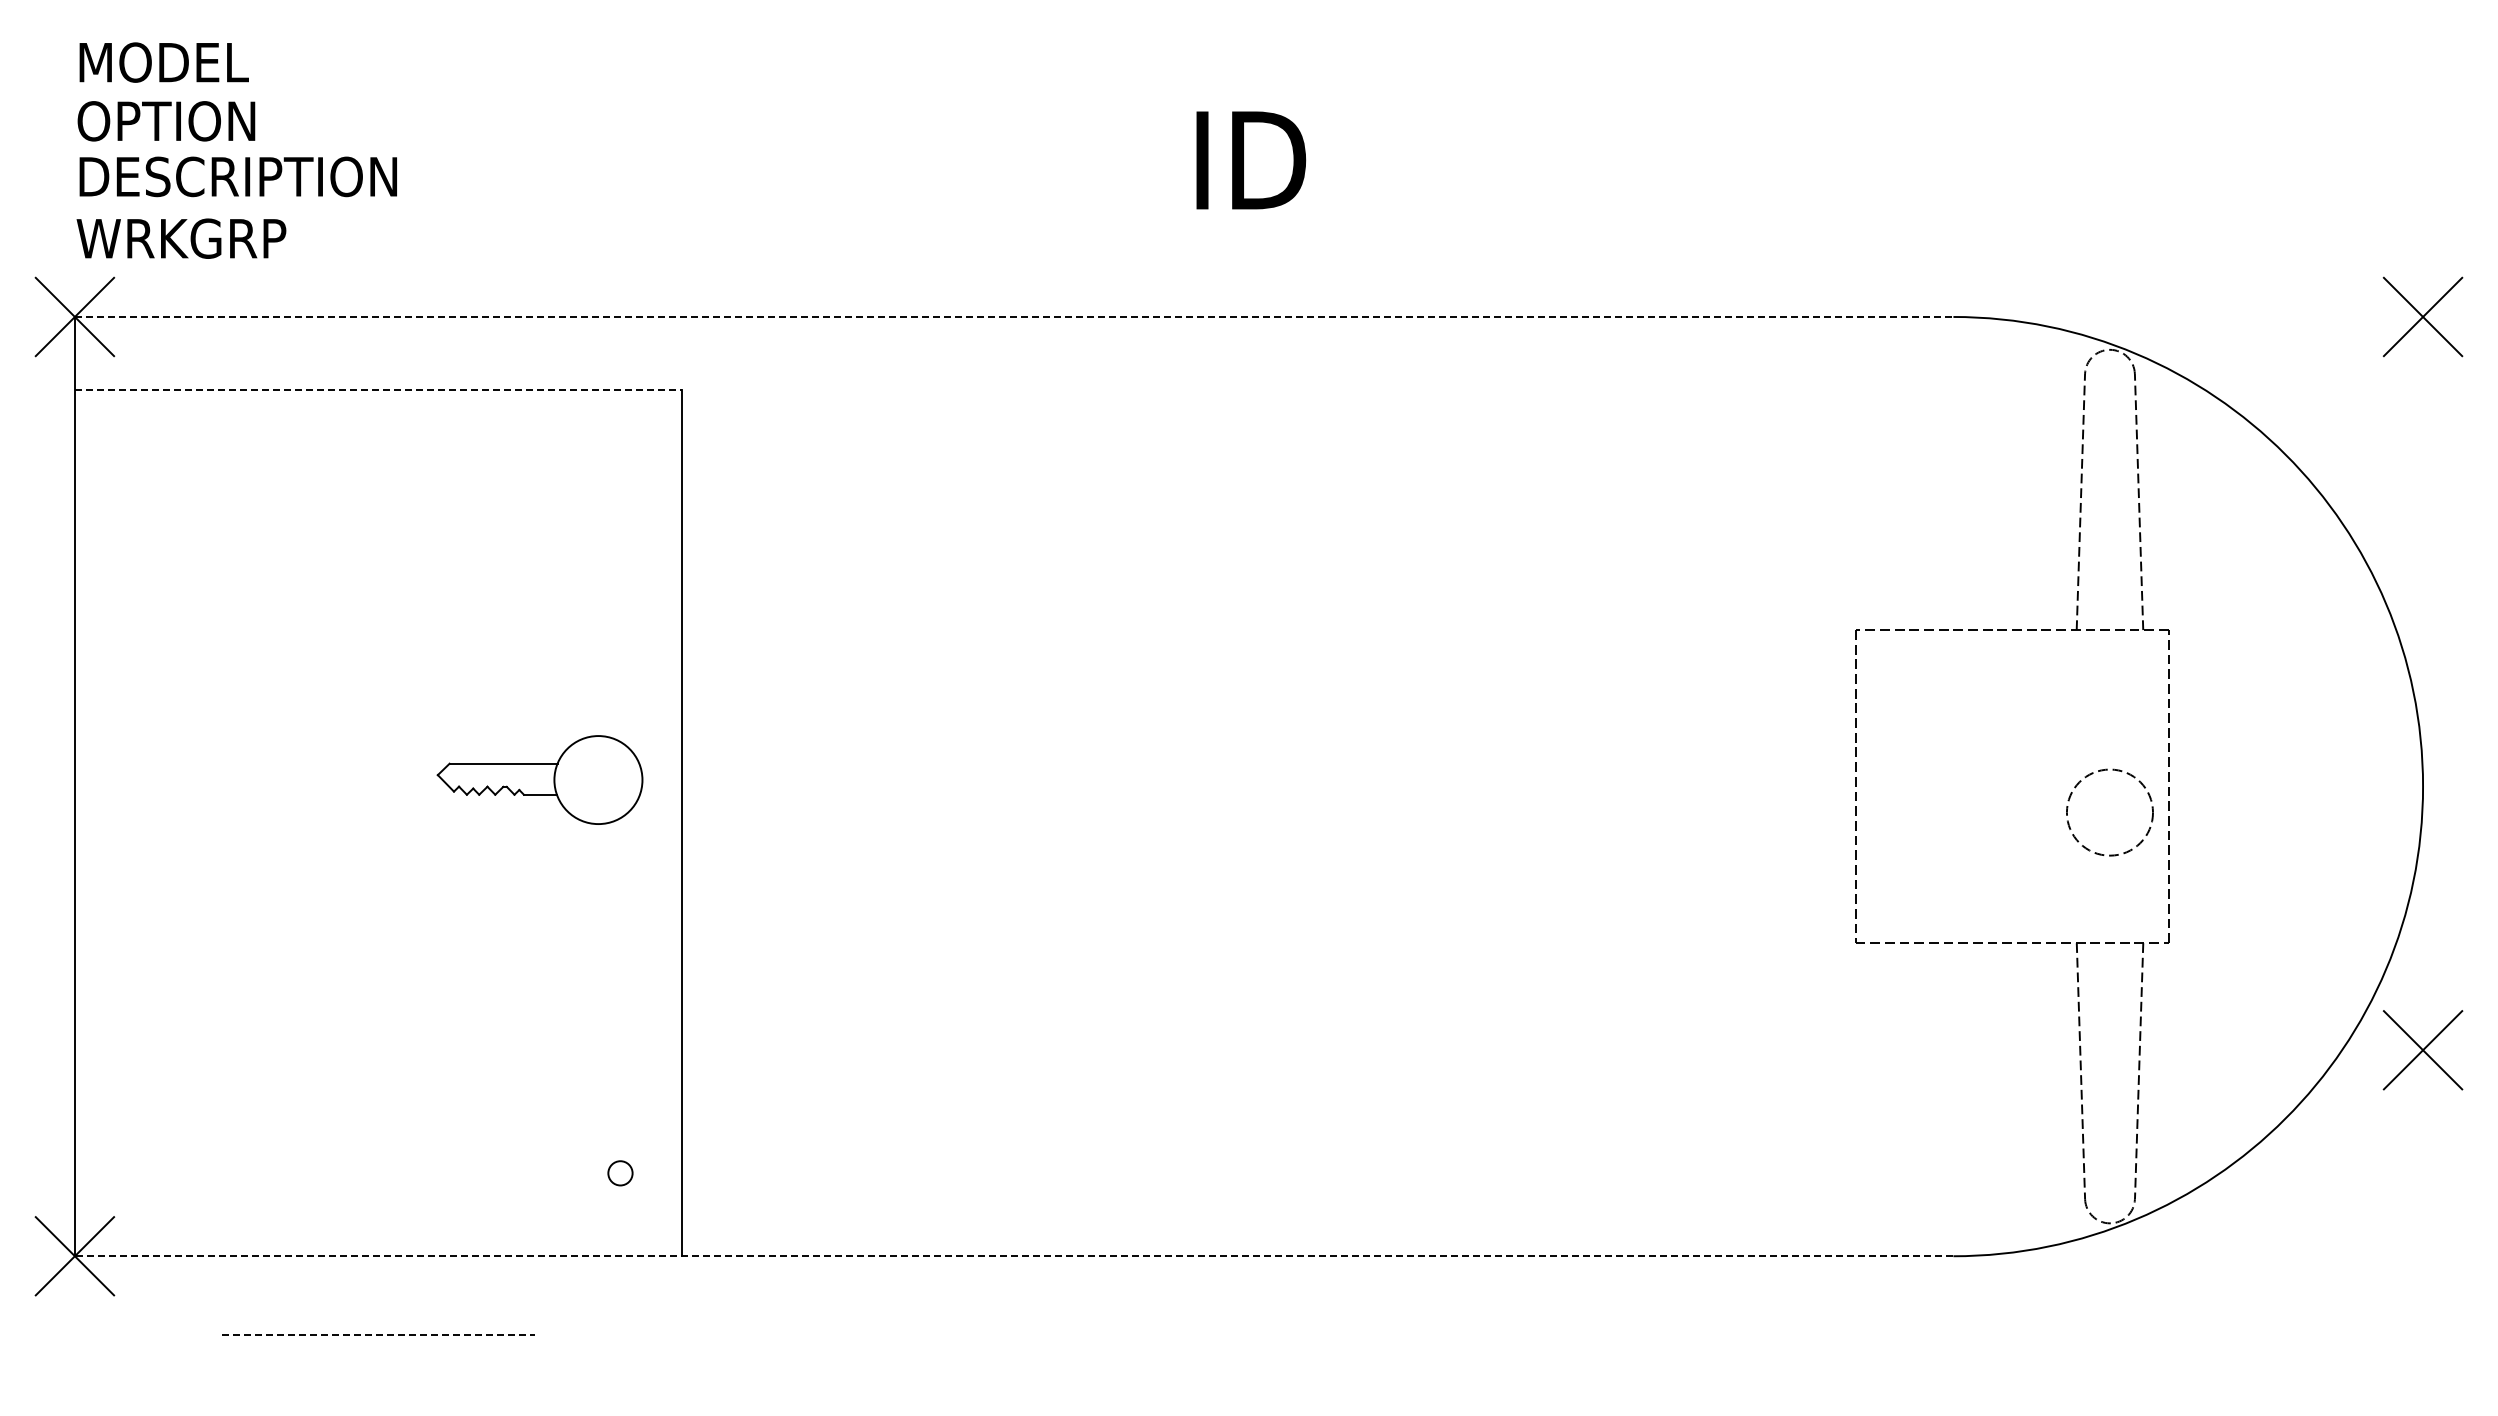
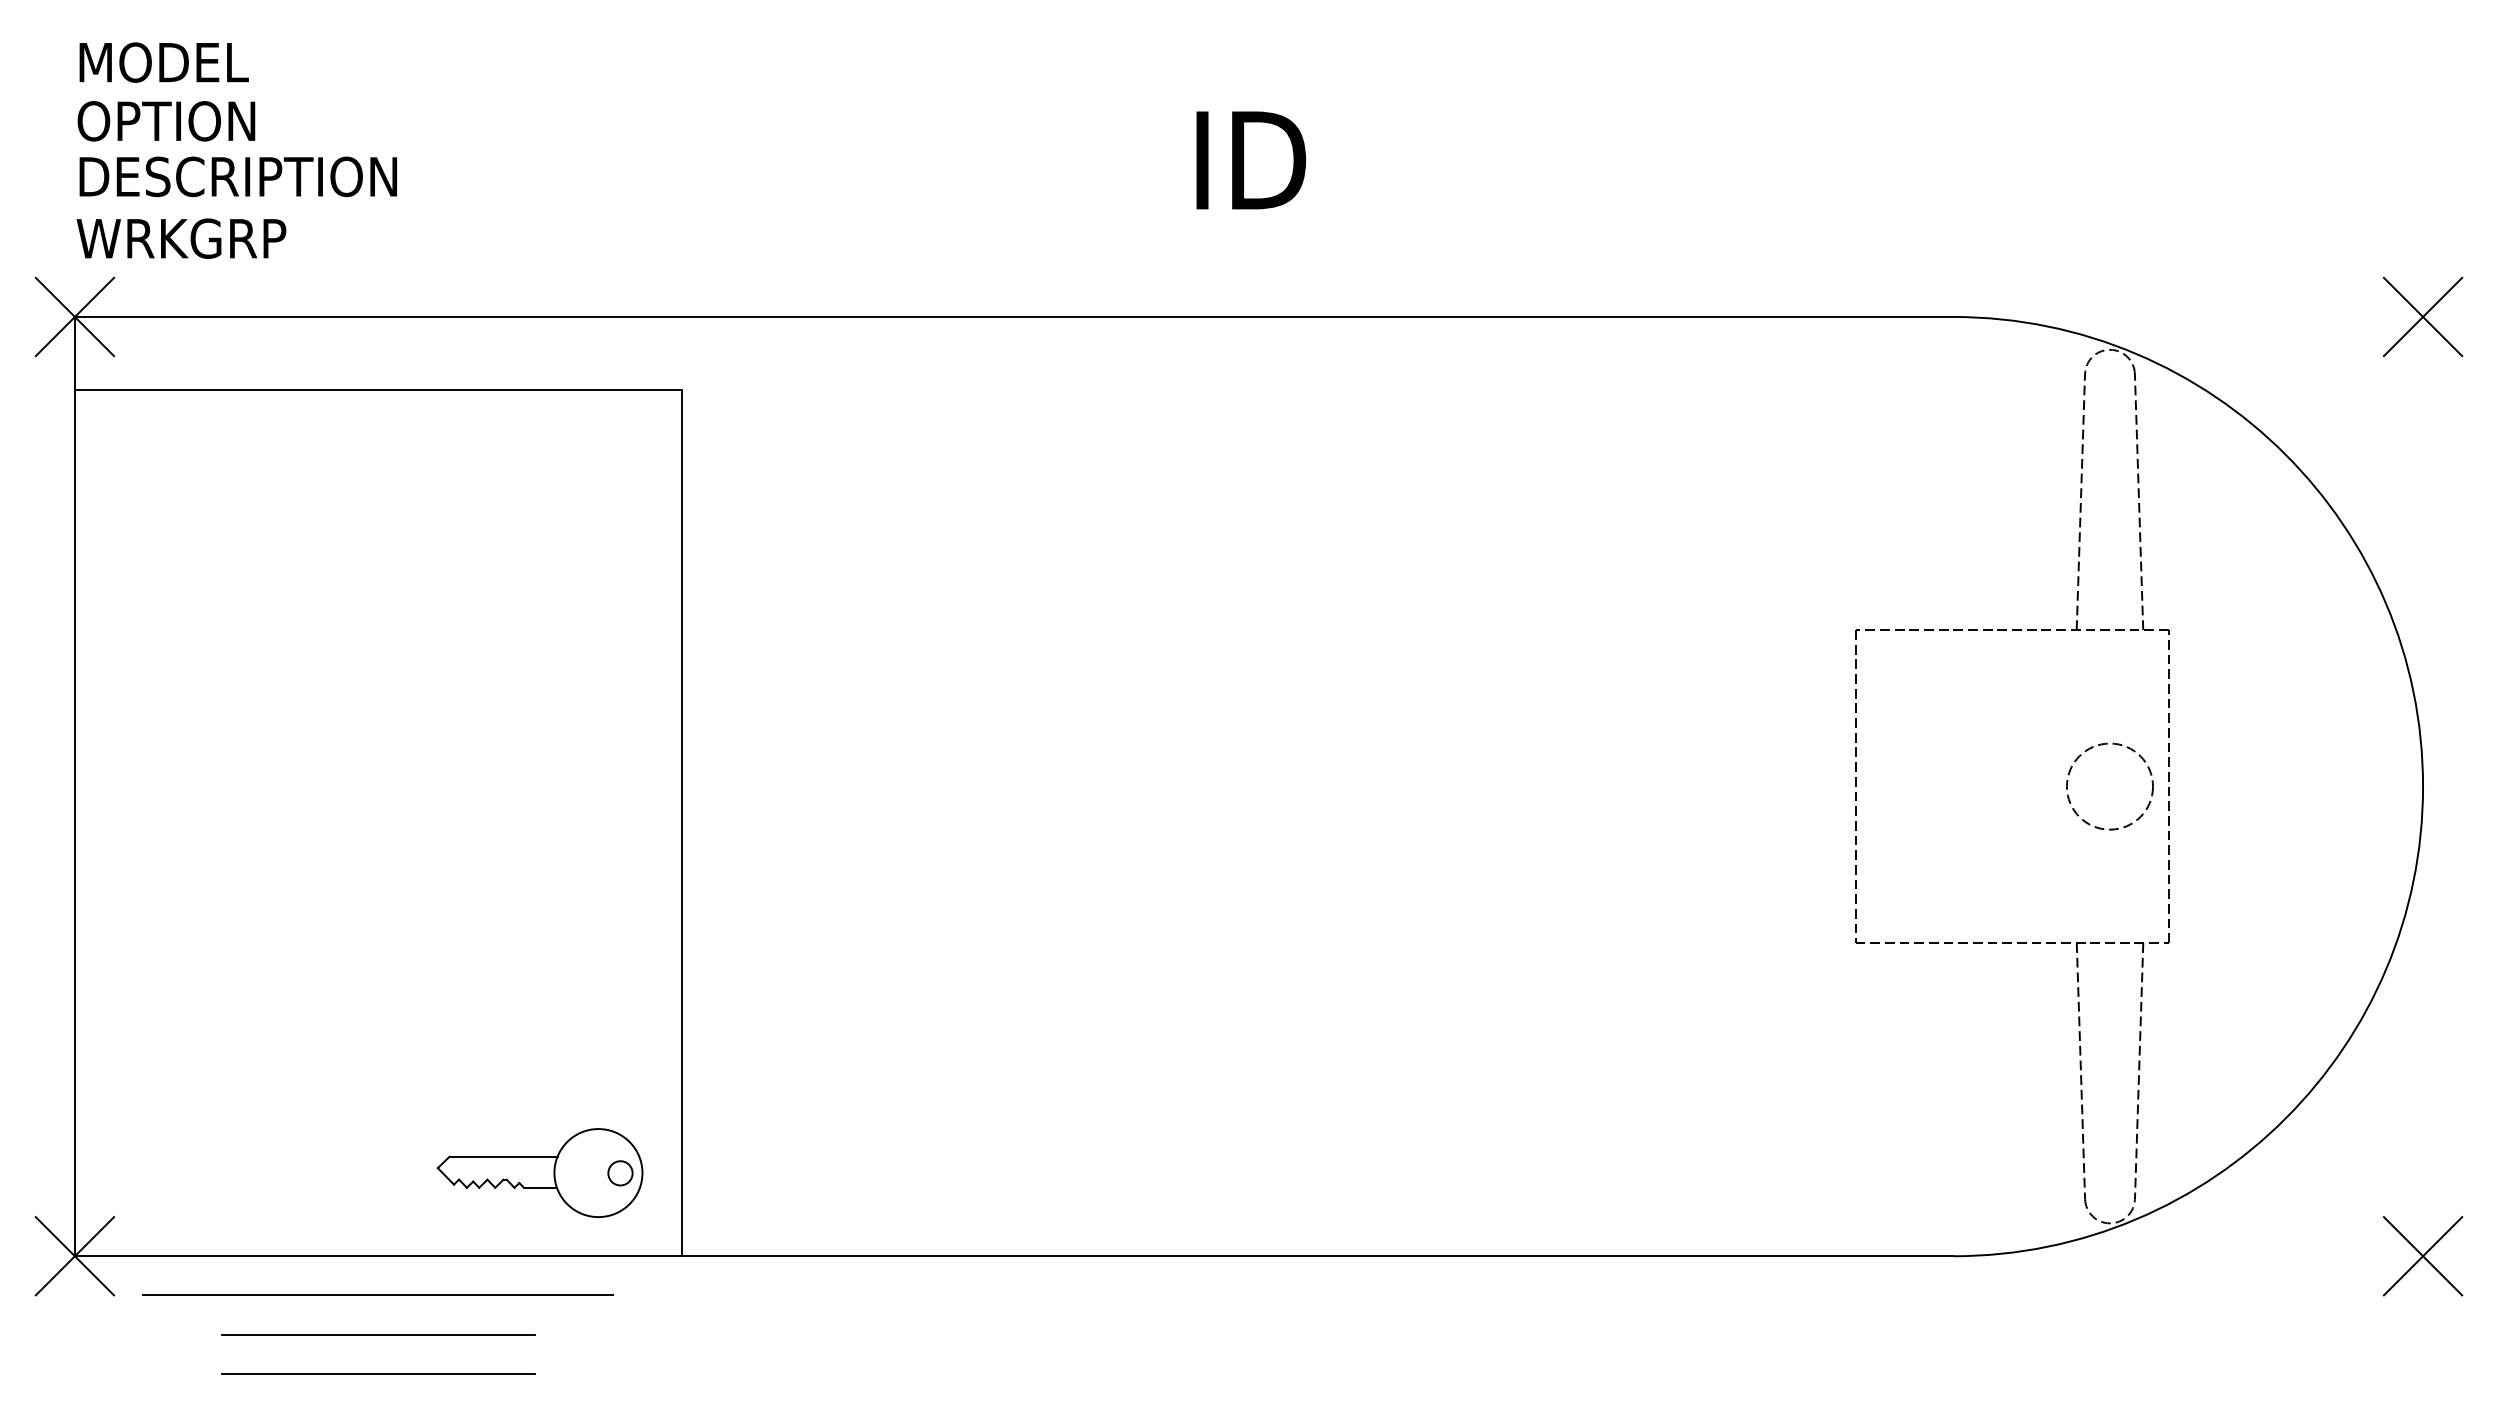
line at (1014, 316): dashed -> solid
line at (378, 390): dashed -> solid
part at (539, 779) position: (539, 779) -> (539, 1172)
circle at (2109, 812) position: (2109, 812) -> (2109, 786)
part at (2422, 1050) position: (2422, 1050) -> (2422, 1256)
line at (1013, 1256): dashed -> solid
line at (378, 1295): none -> present
line at (378, 1334): dashed -> solid
line at (377, 1373): none -> present
